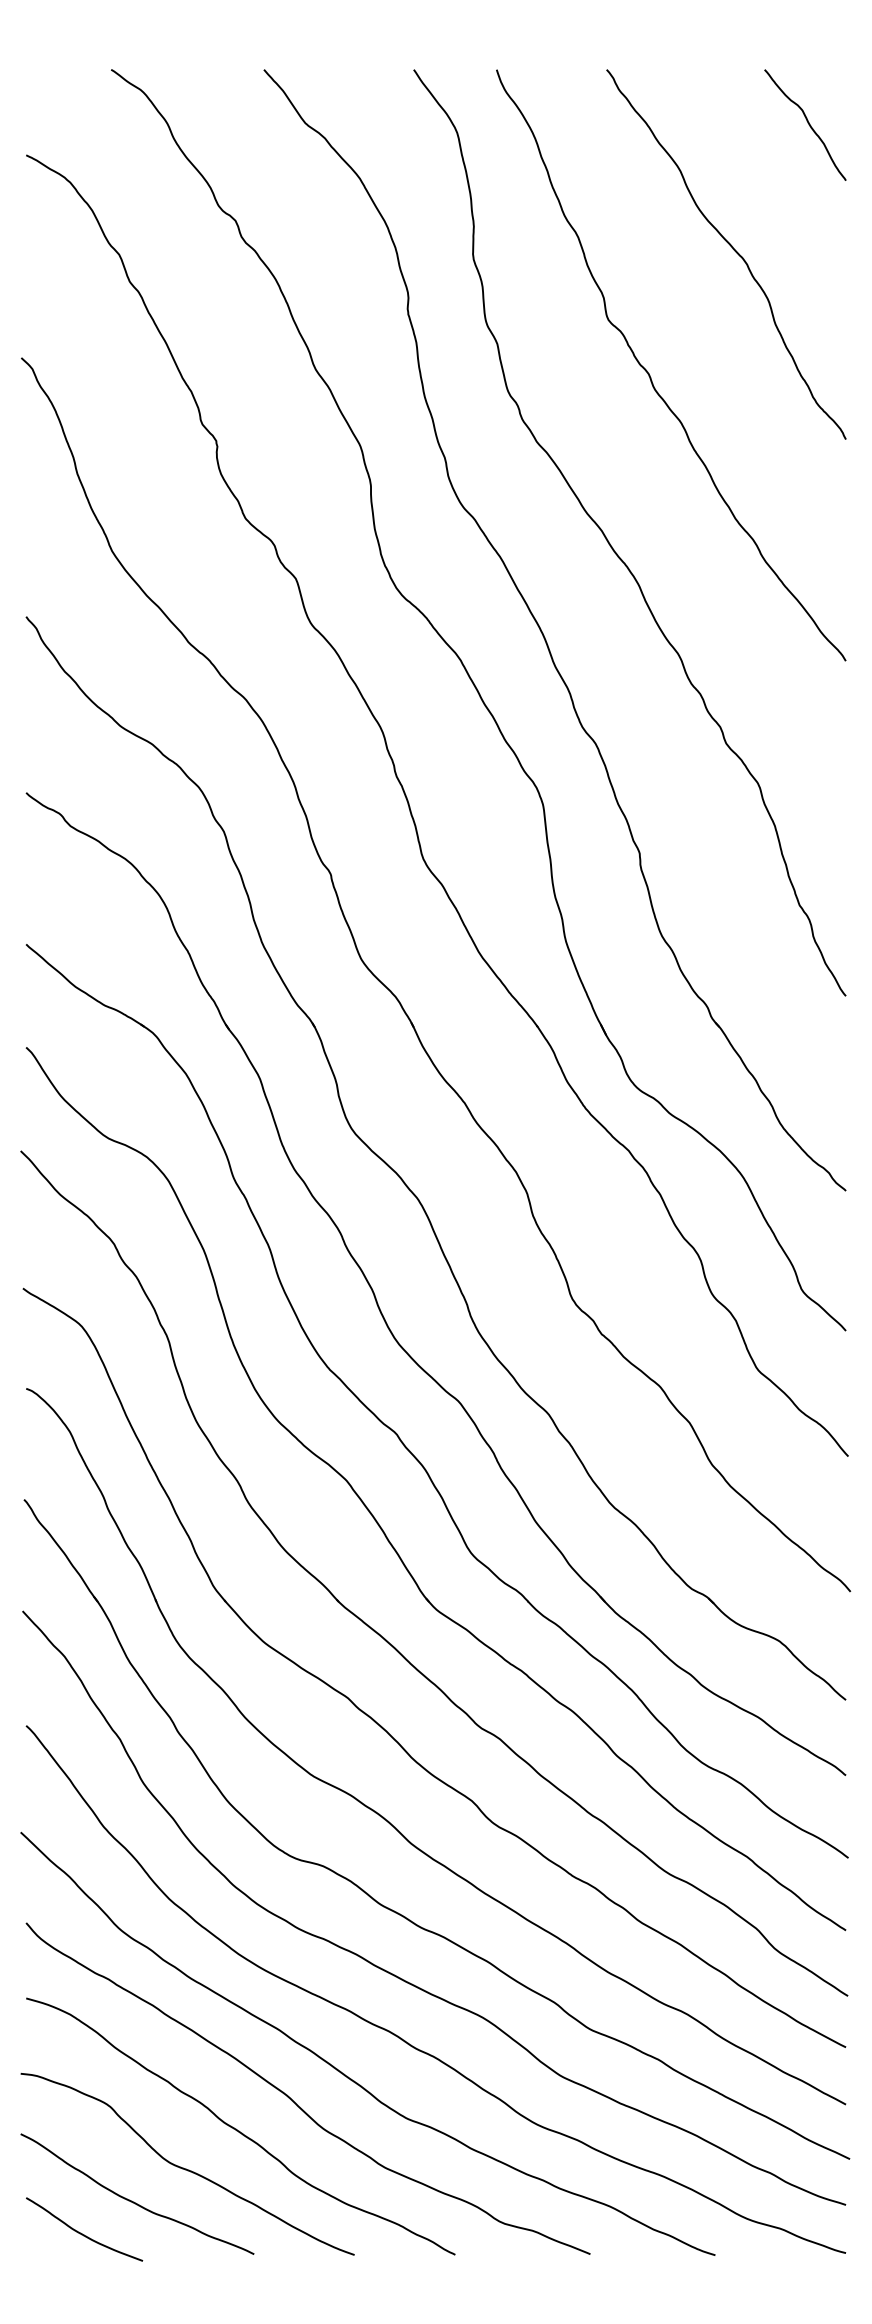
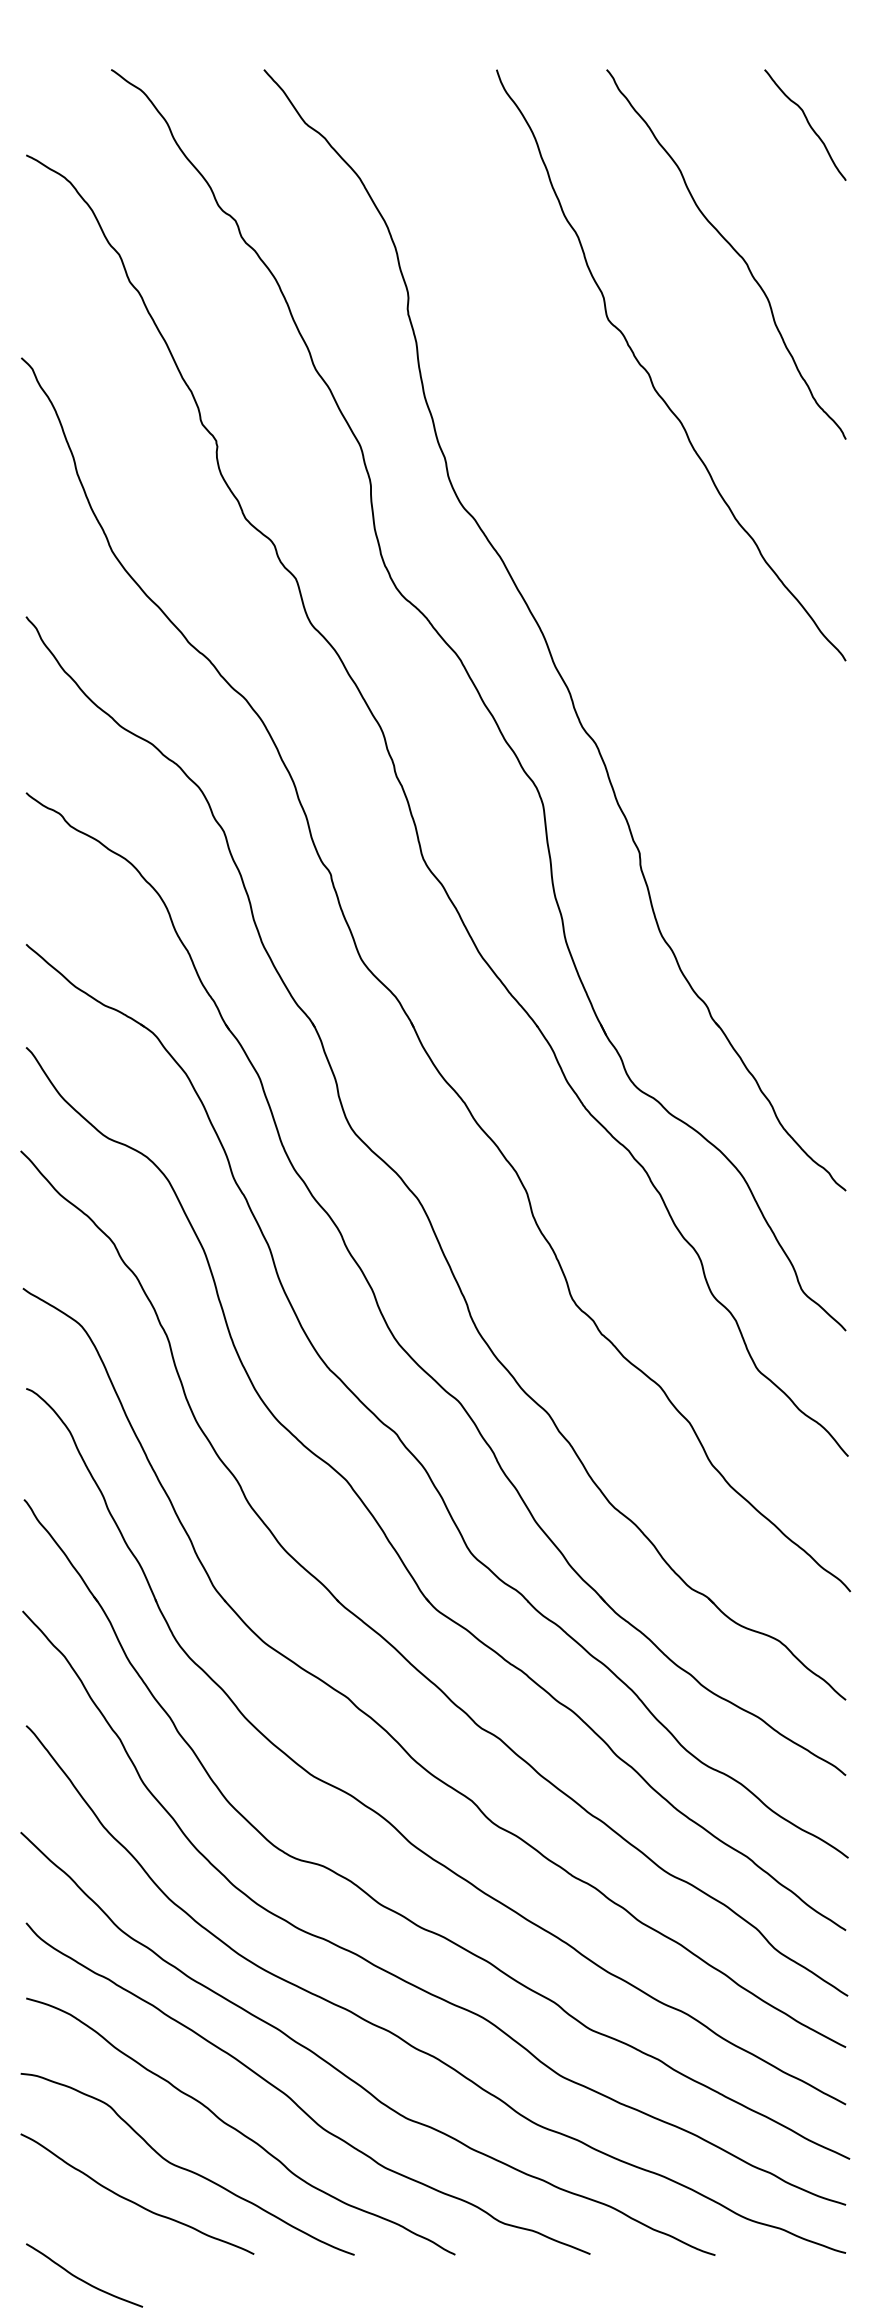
curve at (609, 541): present -> none
curve at (82, 2233) position: (82, 2233) -> (82, 2279)
